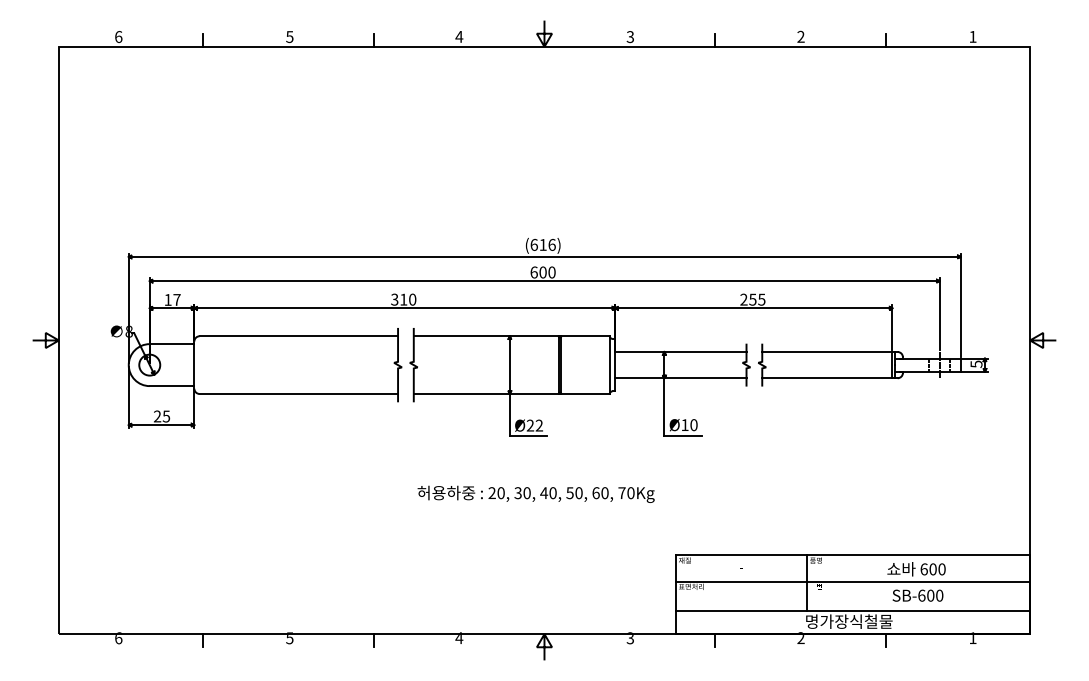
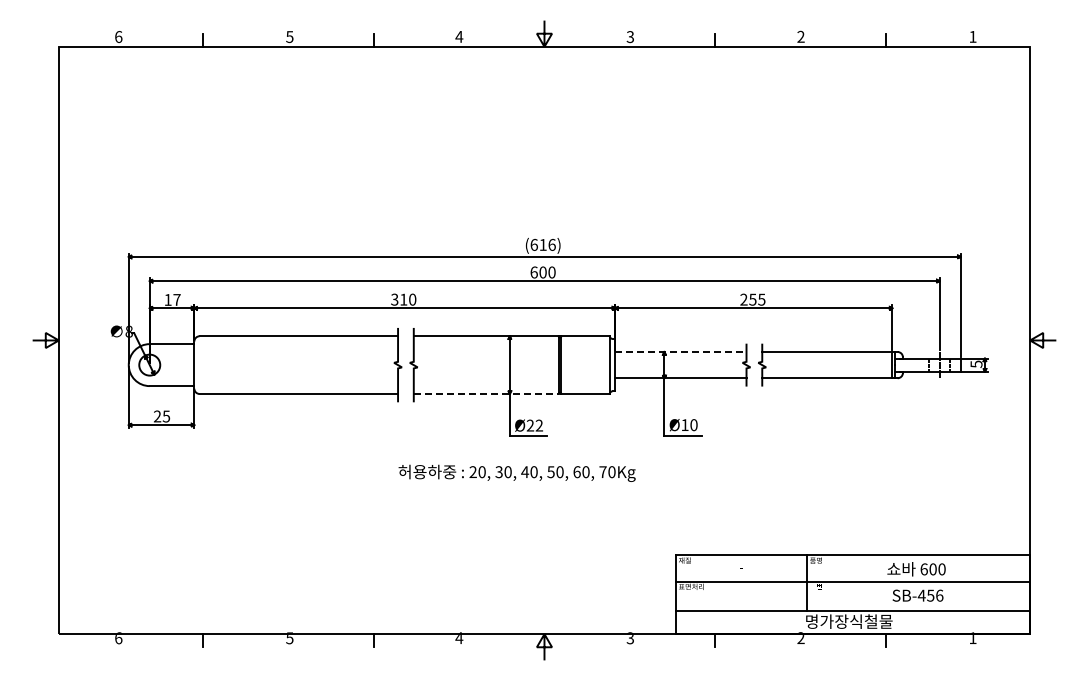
line at (680, 352): solid -> dashed
line at (486, 393): solid -> dashed
text at (535, 493) position: (535, 493) -> (516, 472)
text at (930, 595): SB-600 -> SB-456
